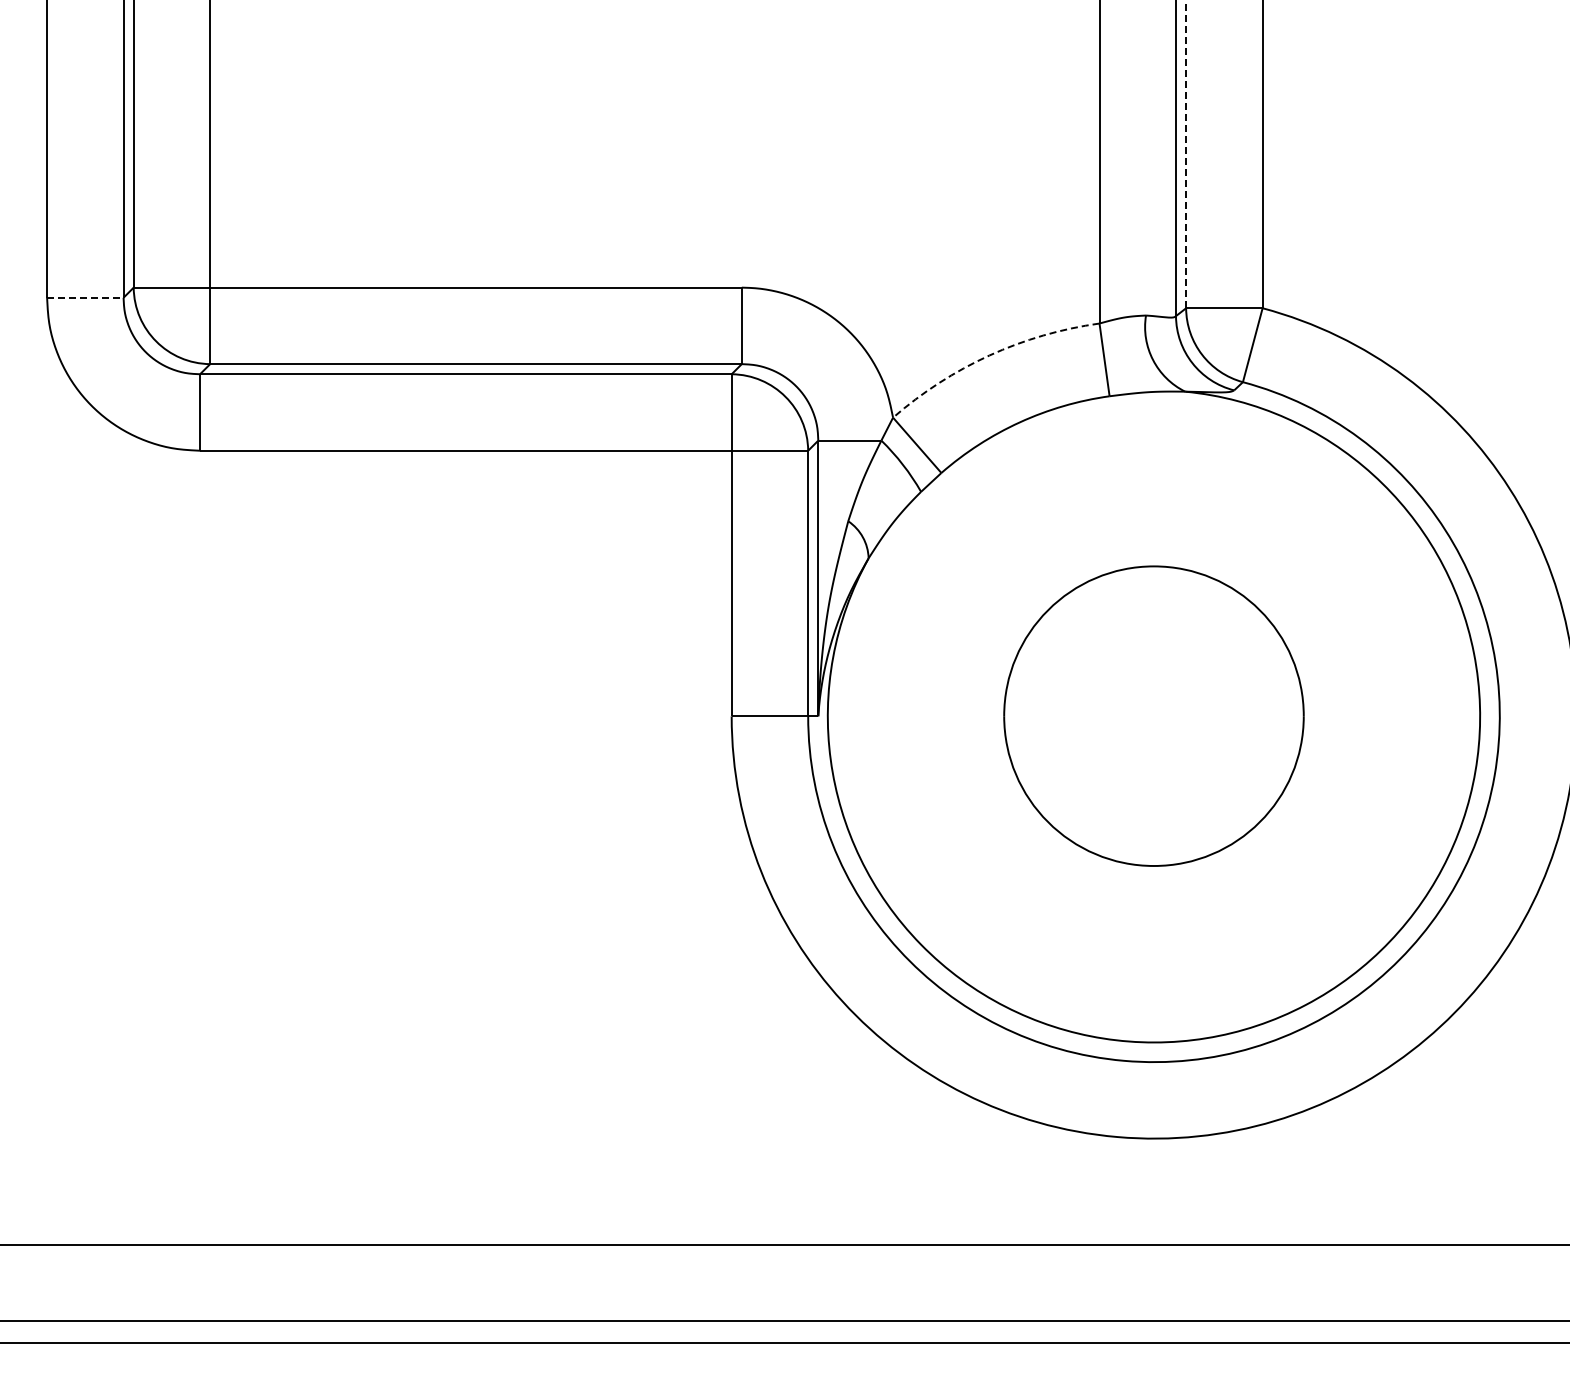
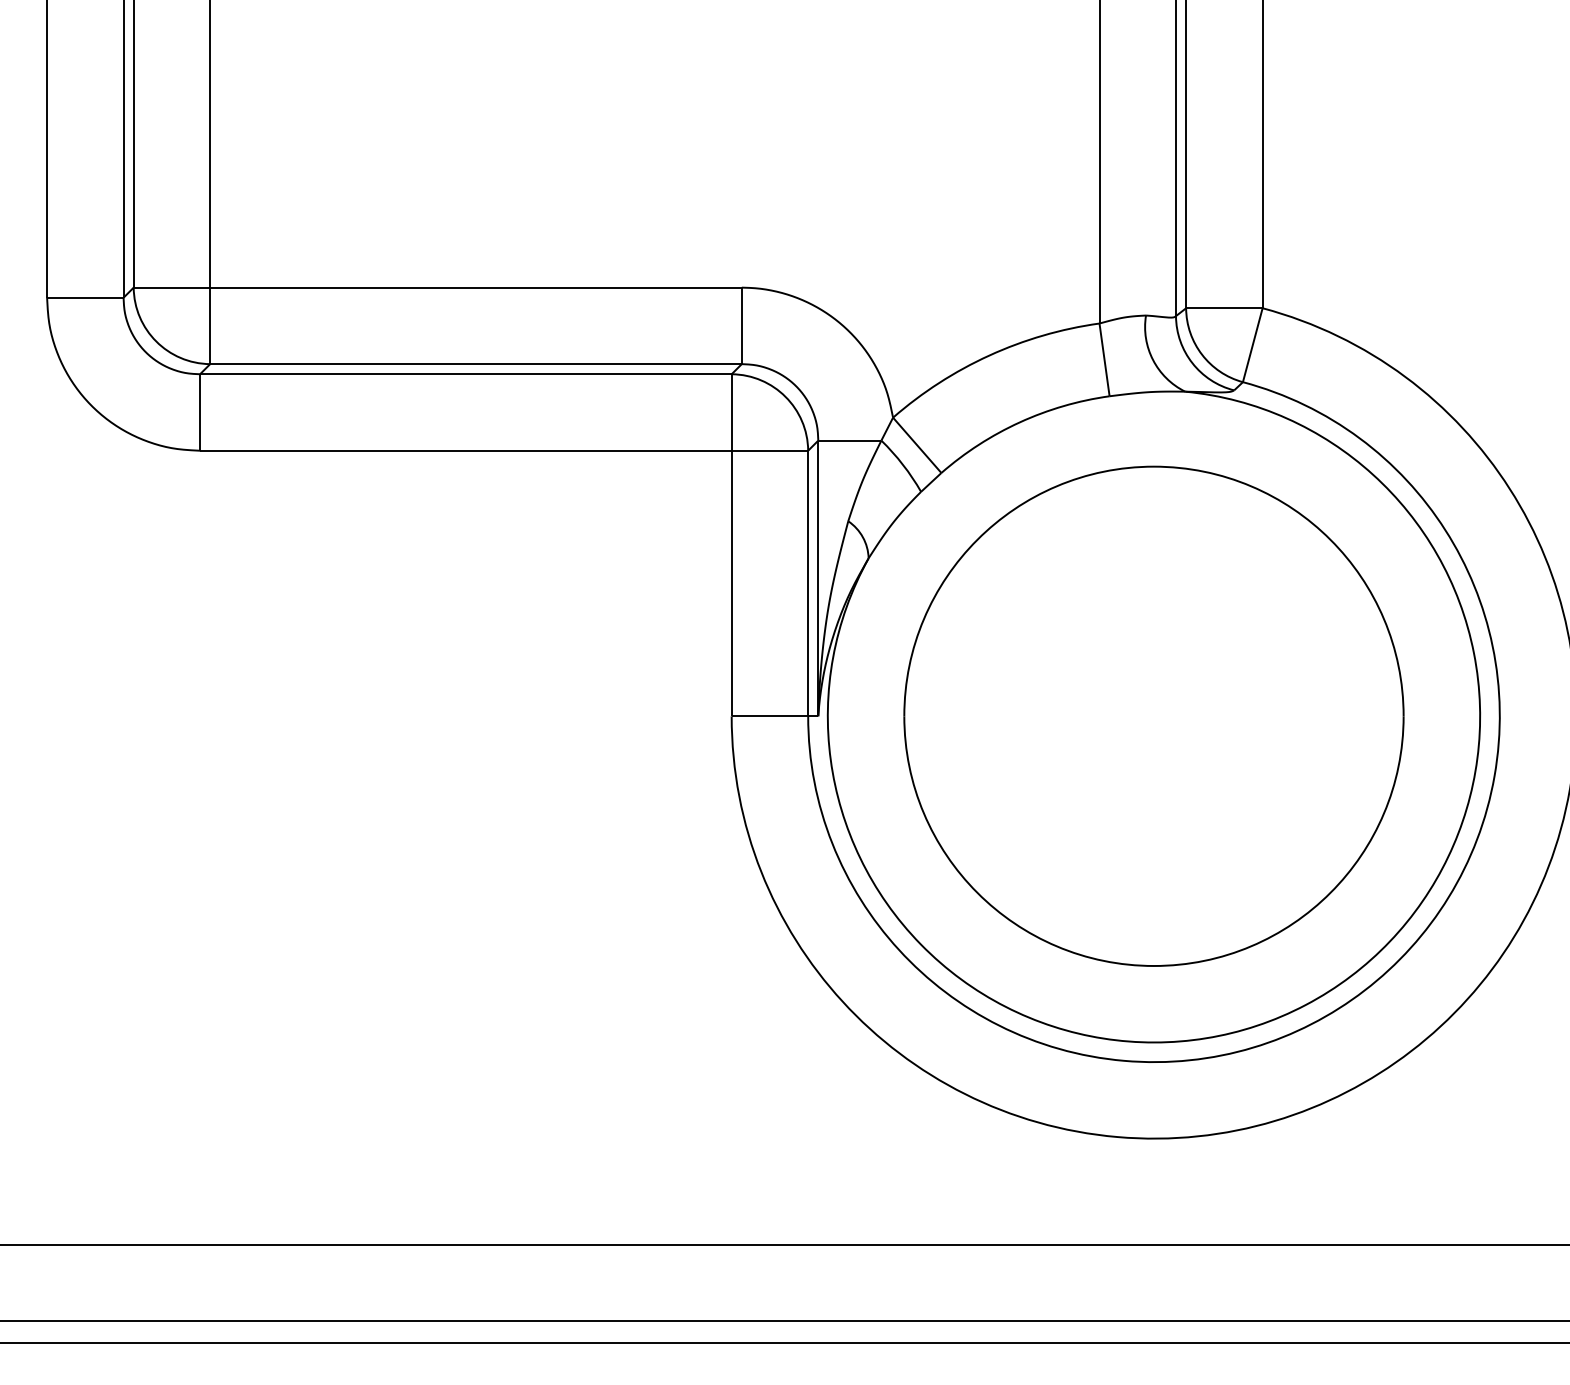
line at (1186, 154): dashed -> solid
line at (85, 297): dashed -> solid
arc at (989, 355): dashed -> solid
part at (1153, 715) size: 302x302 px -> 502x502 px
